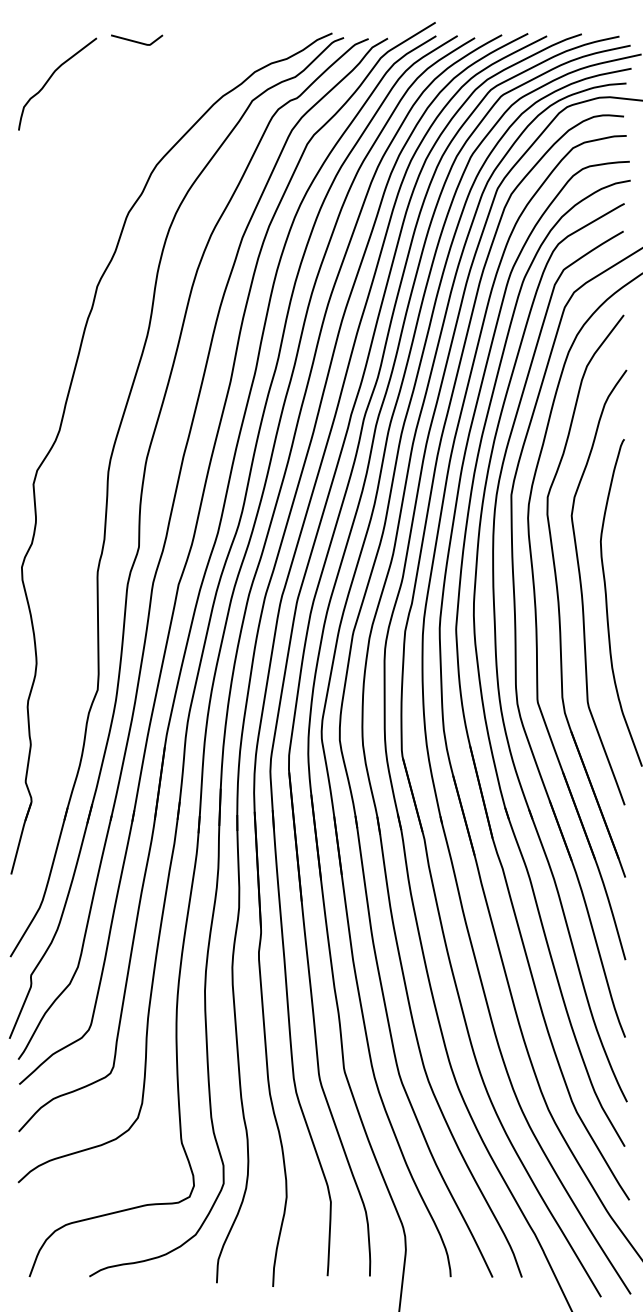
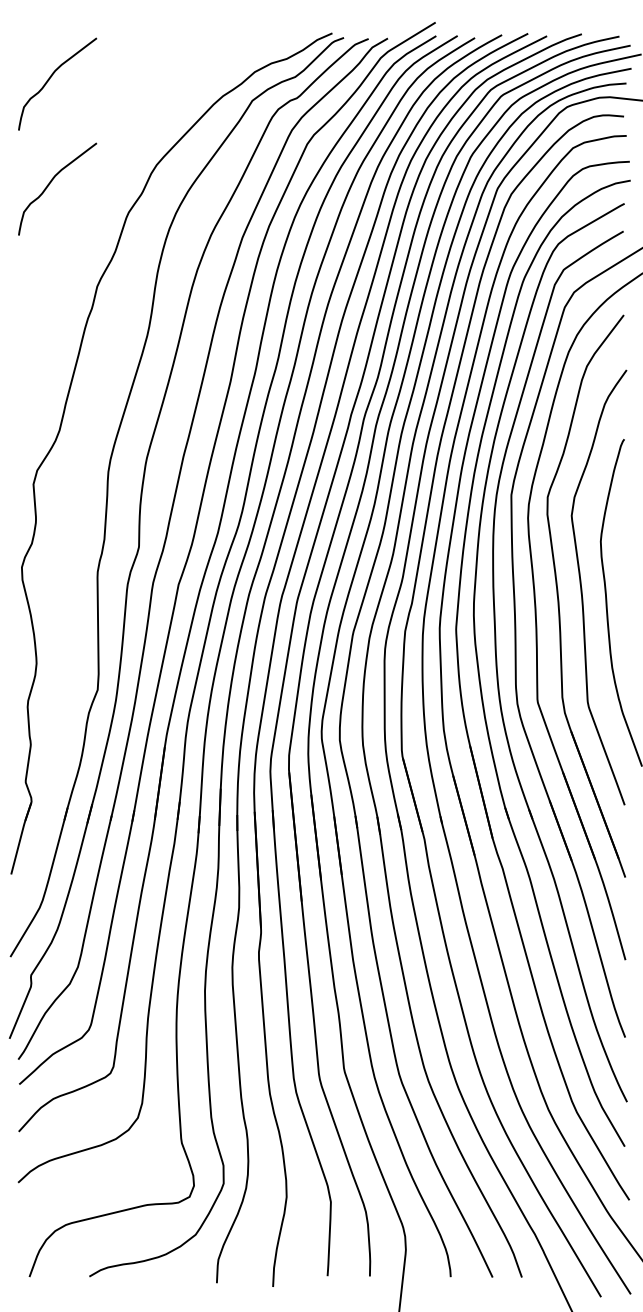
line at (137, 41): present -> none
curve at (51, 182): none -> present
